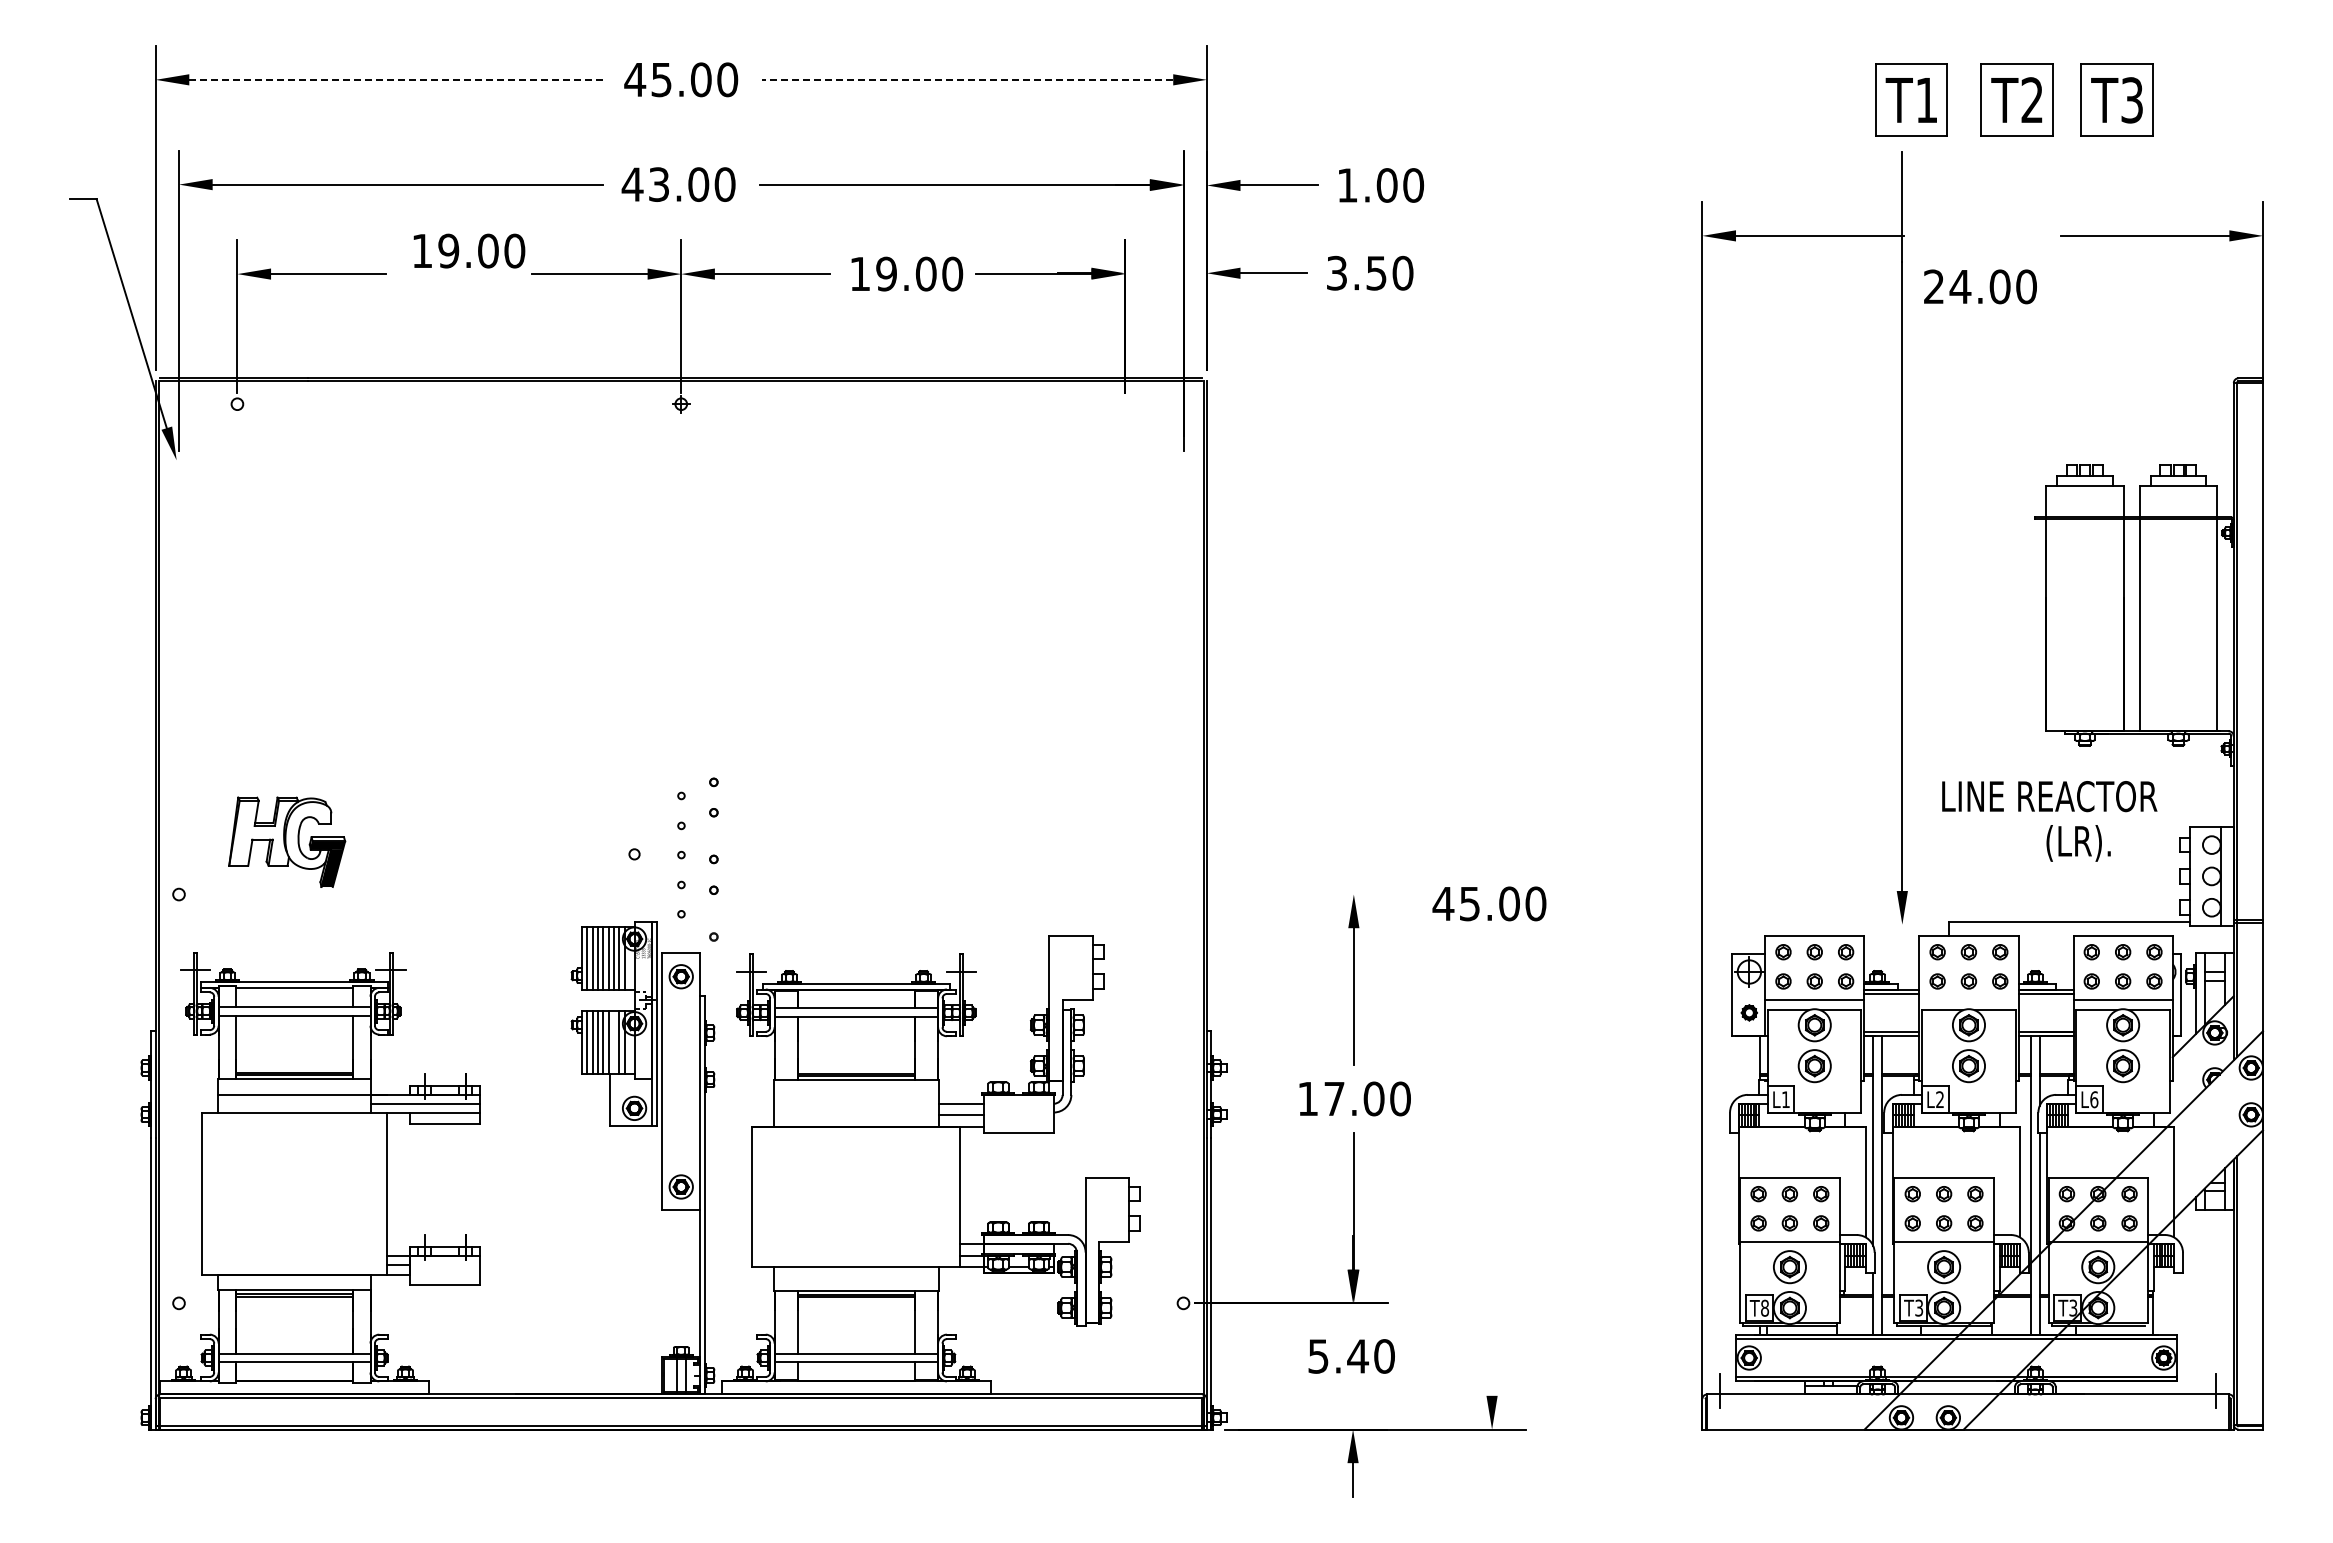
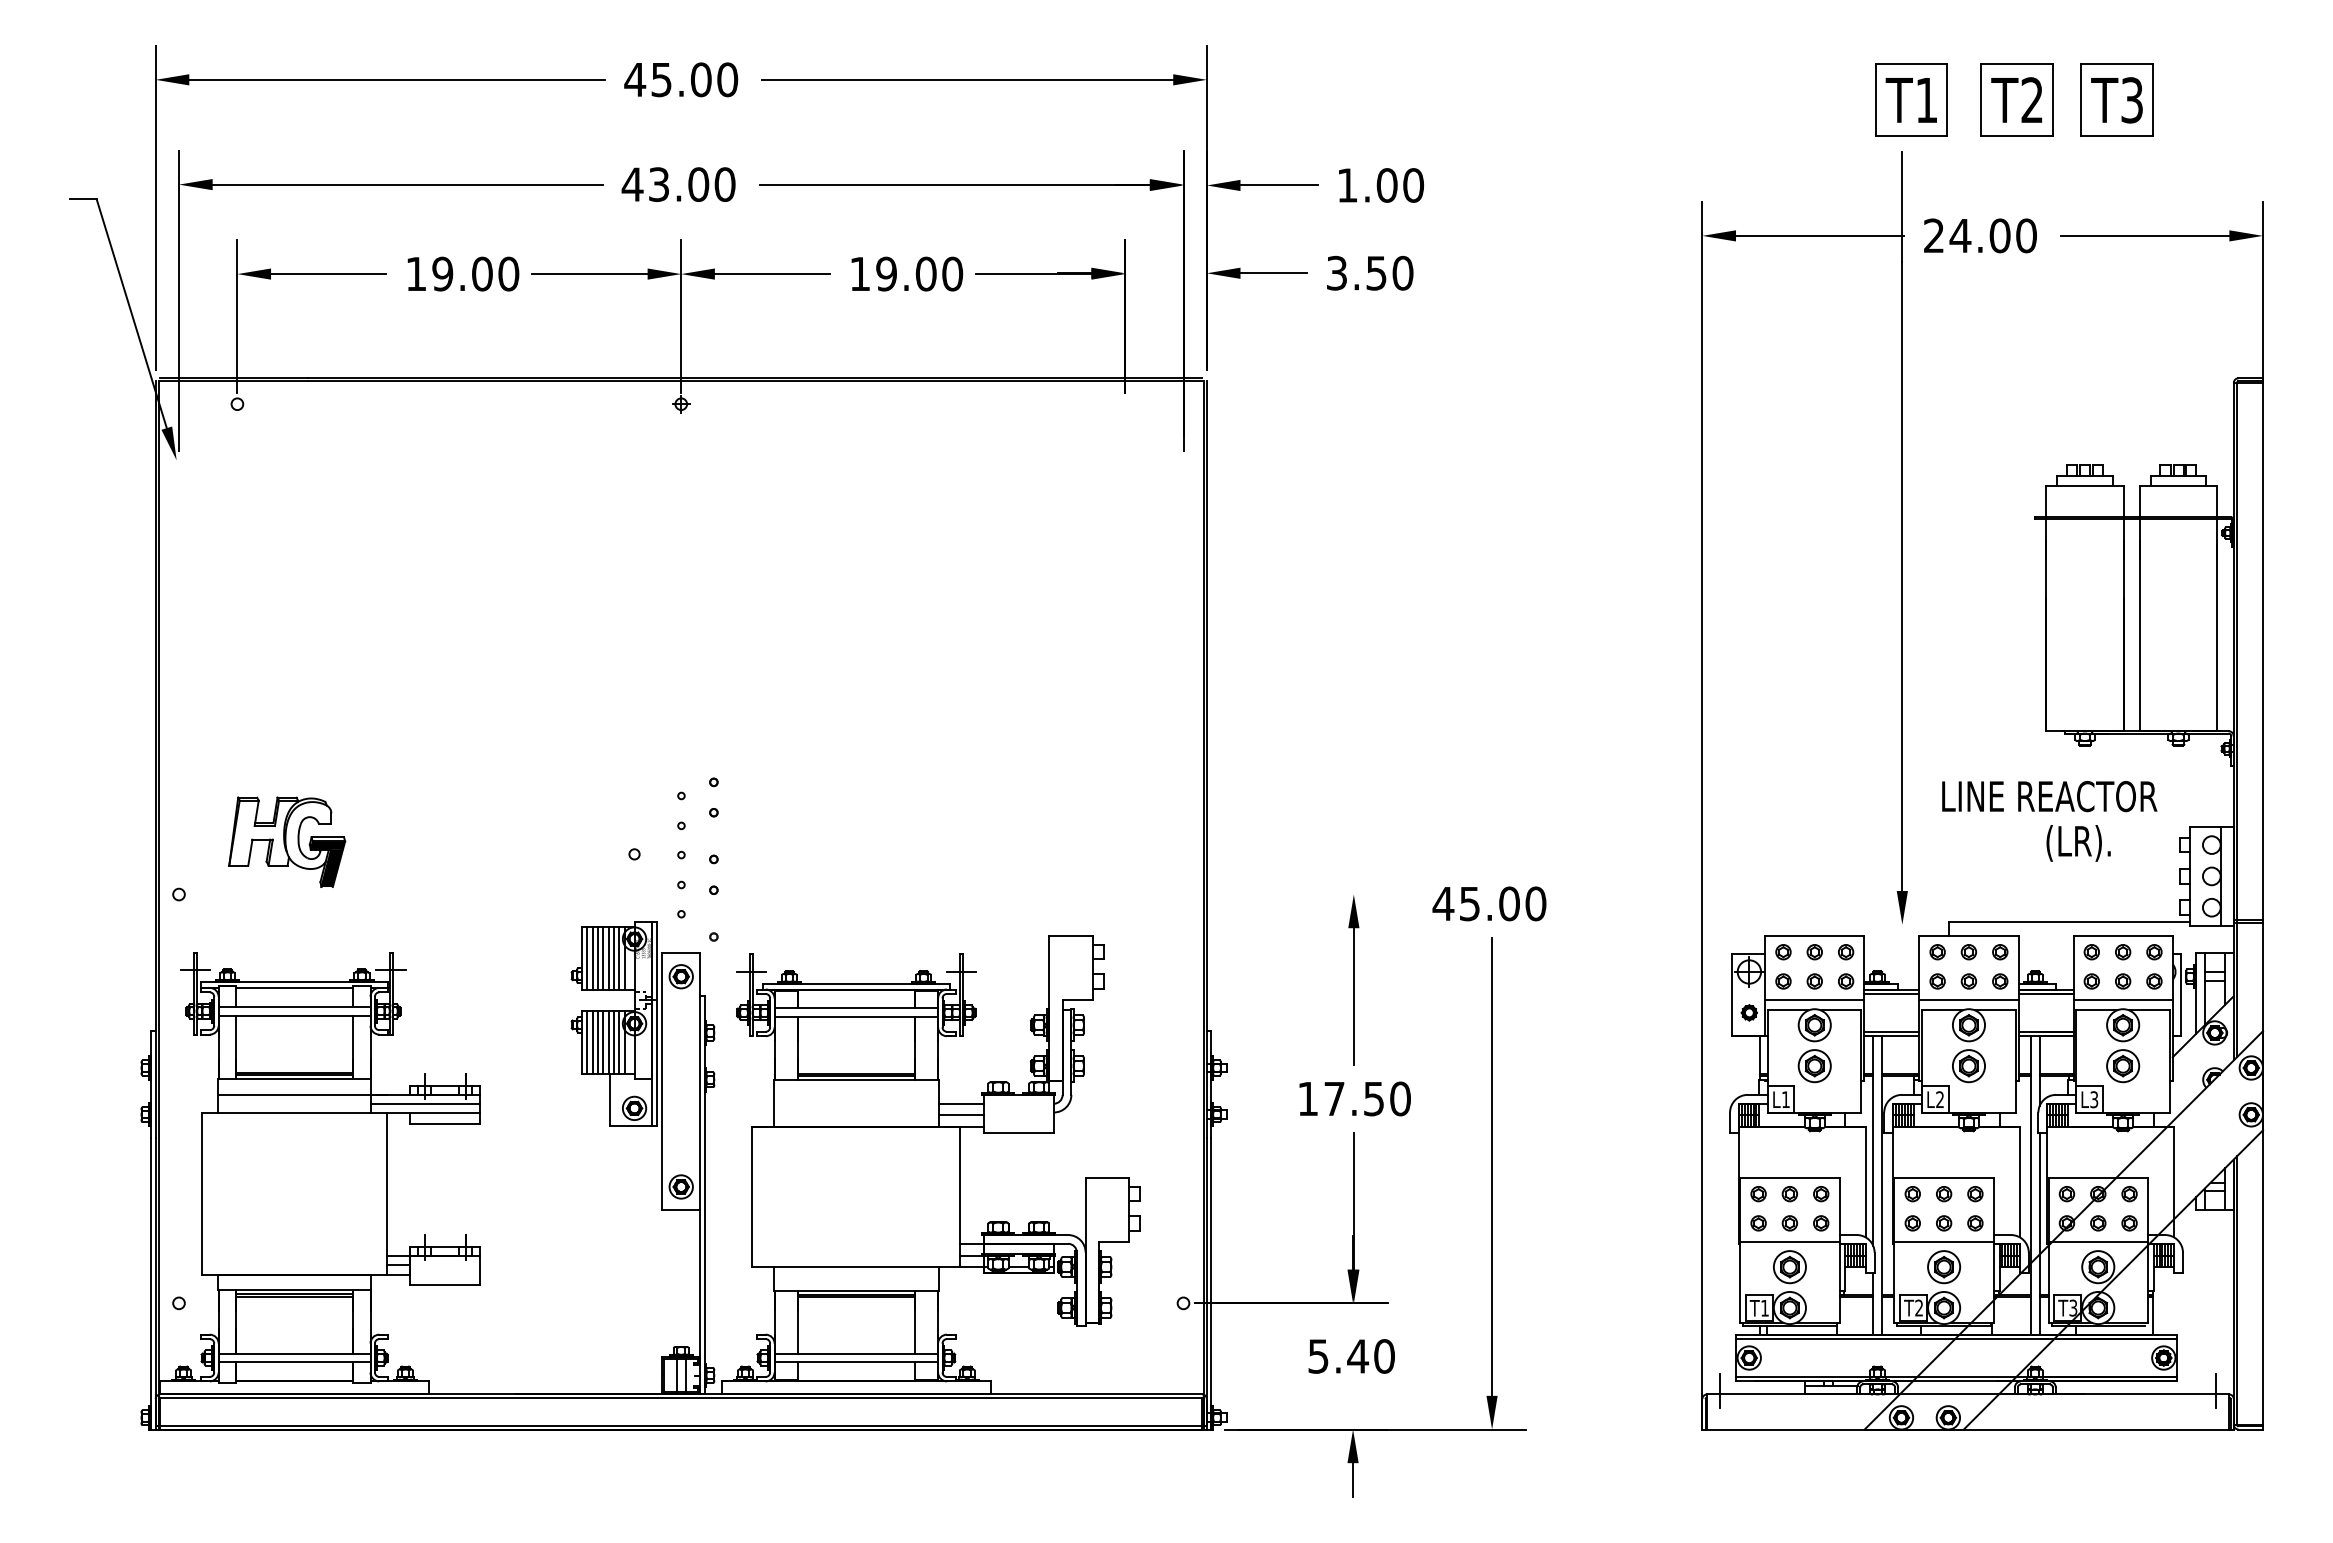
line at (397, 79): dashed -> solid
line at (967, 79): dashed -> solid
text at (469, 250) position: (469, 250) -> (463, 273)
text at (1980, 286) position: (1980, 286) -> (1980, 235)
line at (1968, 1000): none -> present
line at (613, 1042): none -> present
text at (1373, 1098): 17.00 -> 17.50
text at (2094, 1099): L6 -> L3
line at (1492, 1166): none -> present
text at (1765, 1307): T8 -> T1
text at (1919, 1308): T3 -> T2
